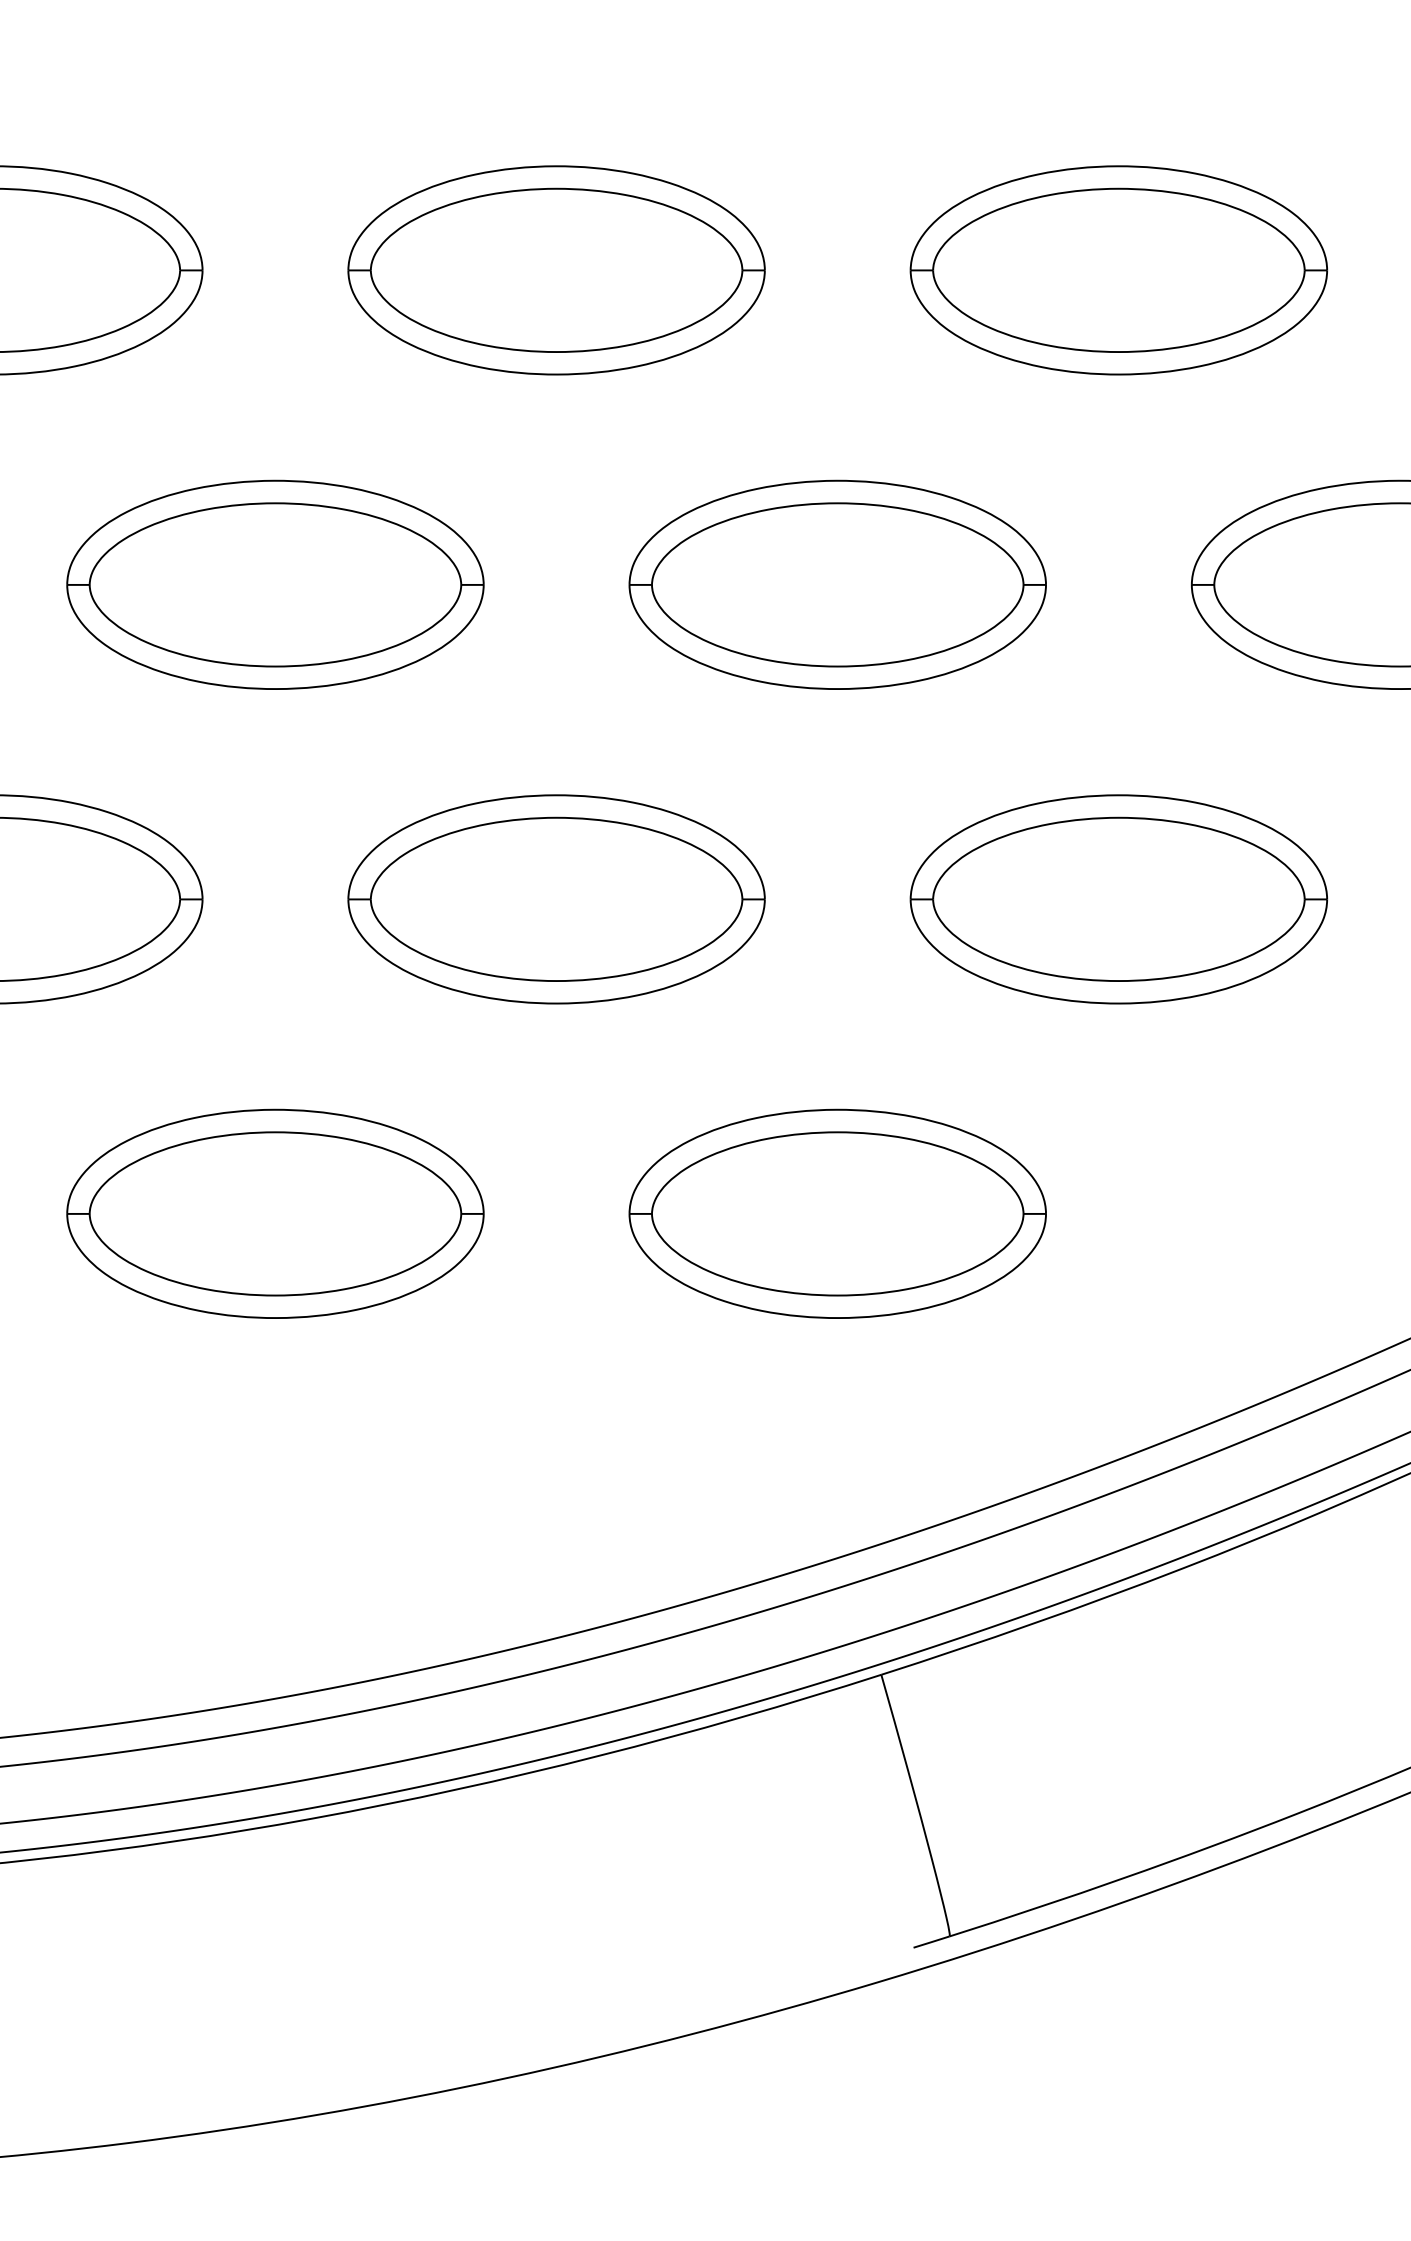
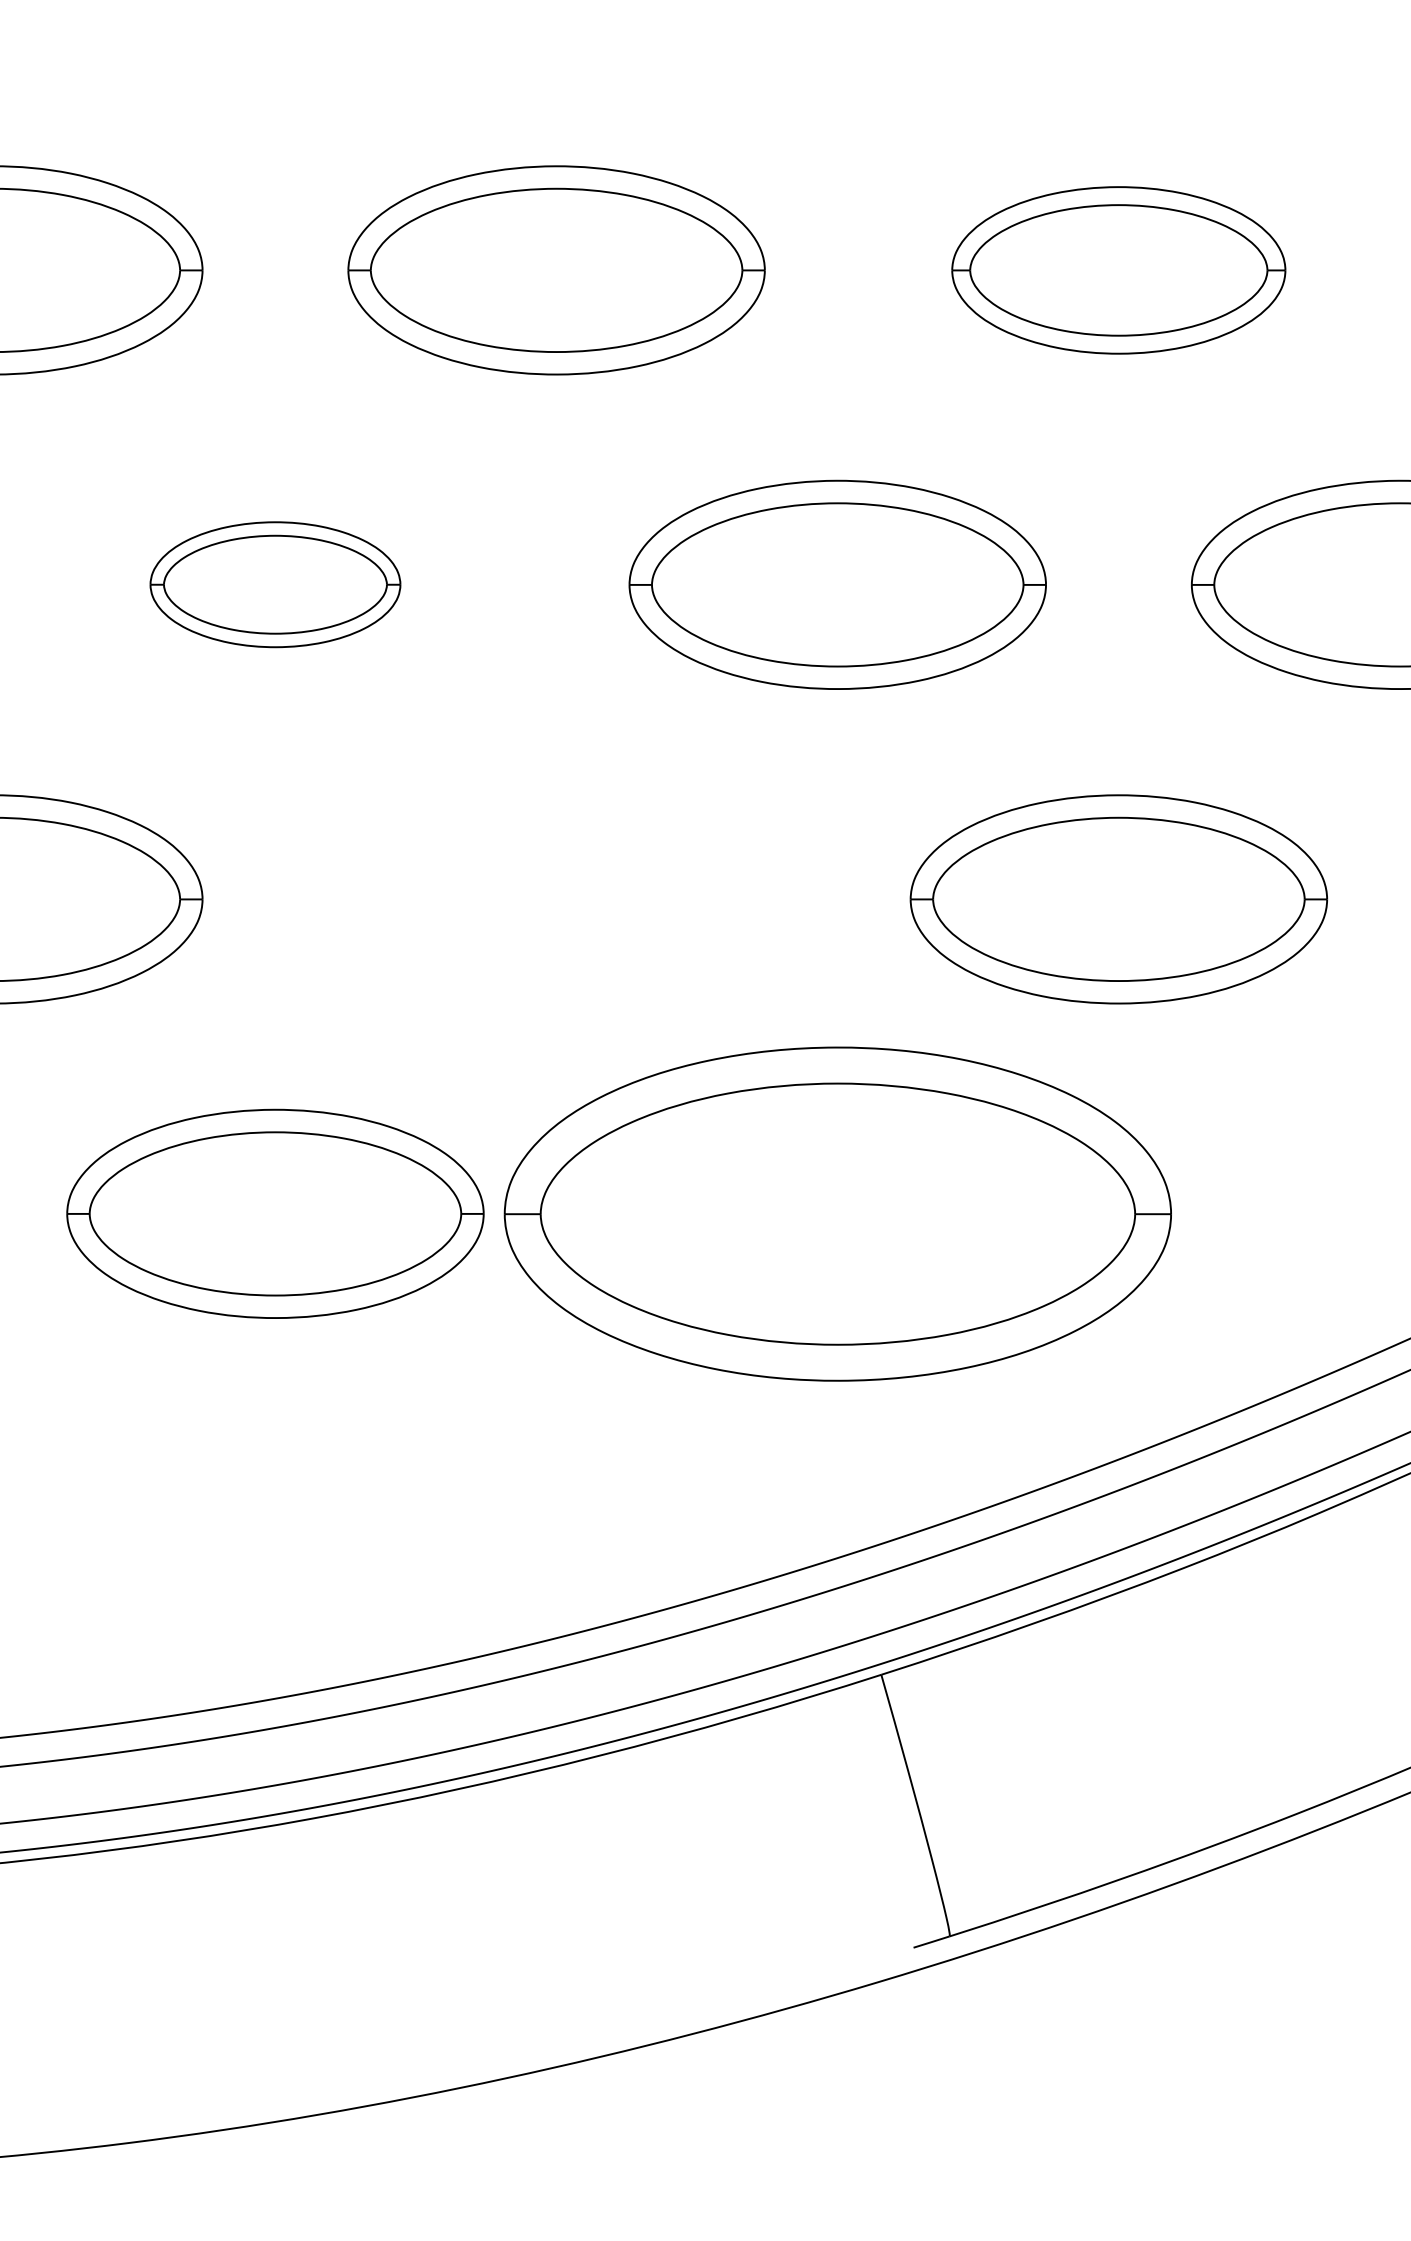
part at (1118, 270) size: 419x211 px -> 336x169 px
part at (275, 584) size: 419x211 px -> 253x128 px
part at (556, 899): present -> none
part at (837, 1213) size: 419x211 px -> 669x336 px
